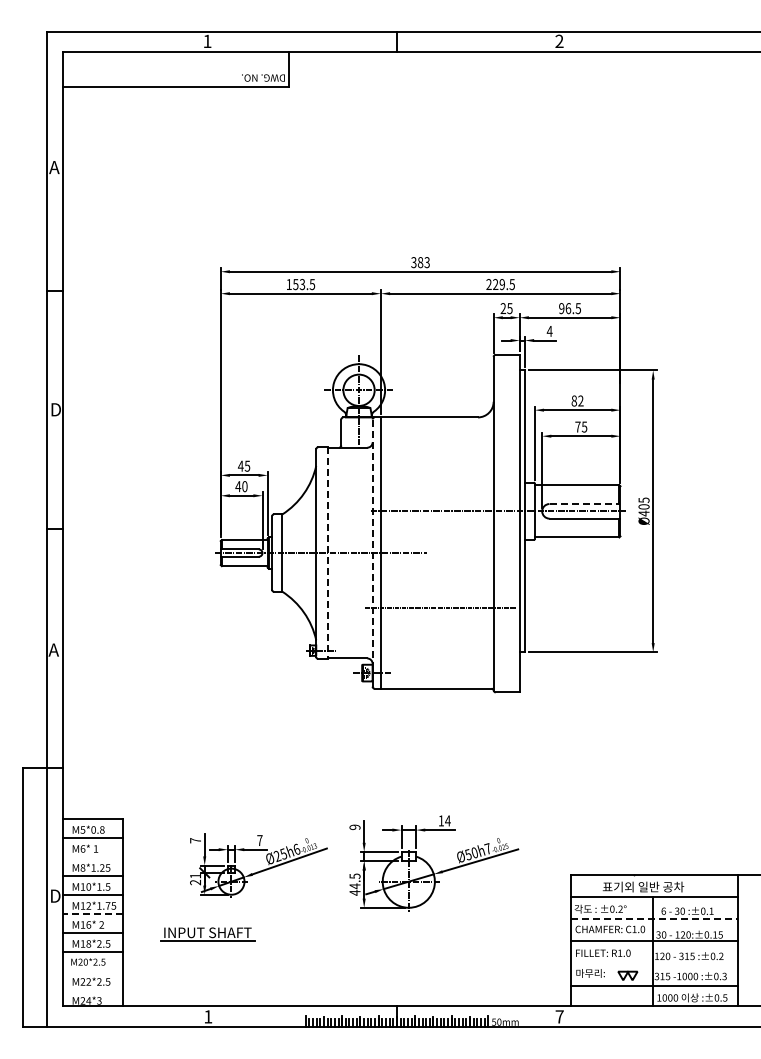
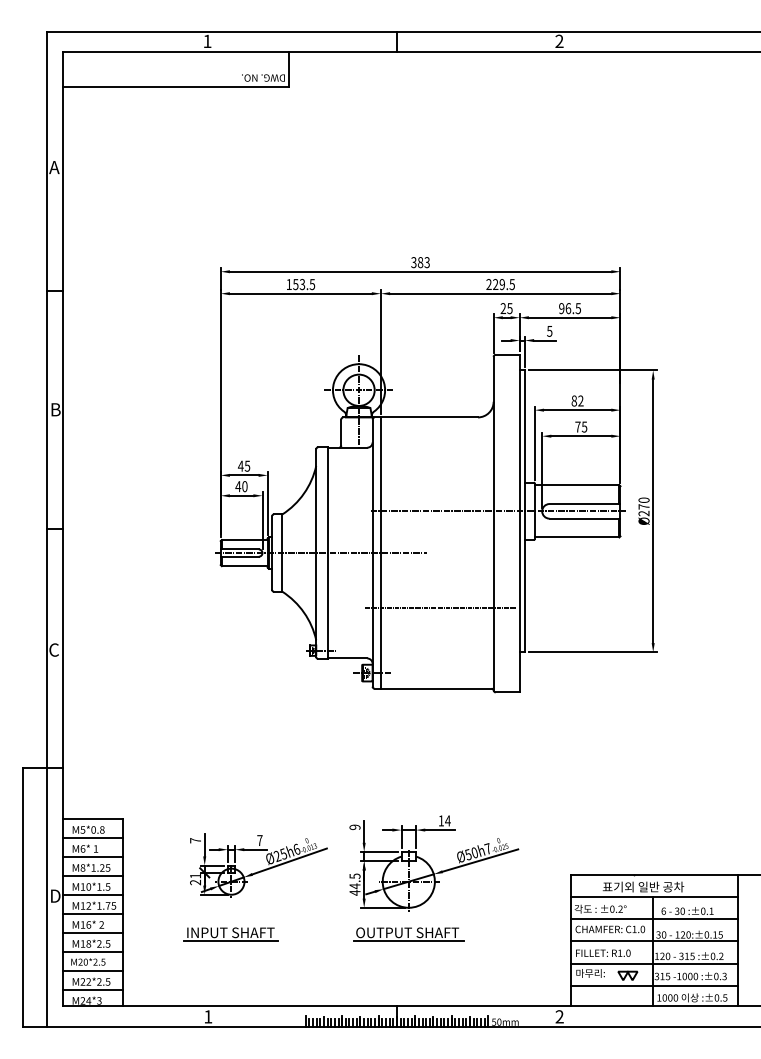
text at (549, 331): 4 -> 5
text at (56, 409): D -> B
line at (585, 504): dashed -> solid
text at (643, 506): Ø405 -> Ø270
line at (372, 542): dashed -> solid
line at (327, 553): dashed -> solid
text at (53, 649): A -> C
line at (92, 856): none -> present
line at (92, 913): dashed -> solid
line at (654, 919): dashed -> solid
part at (207, 934) position: (207, 934) -> (230, 934)
part at (408, 934): none -> present
line at (654, 963): none -> present
line at (92, 970): none -> present
line at (92, 989): none -> present
text at (559, 1016): 7 -> 2
